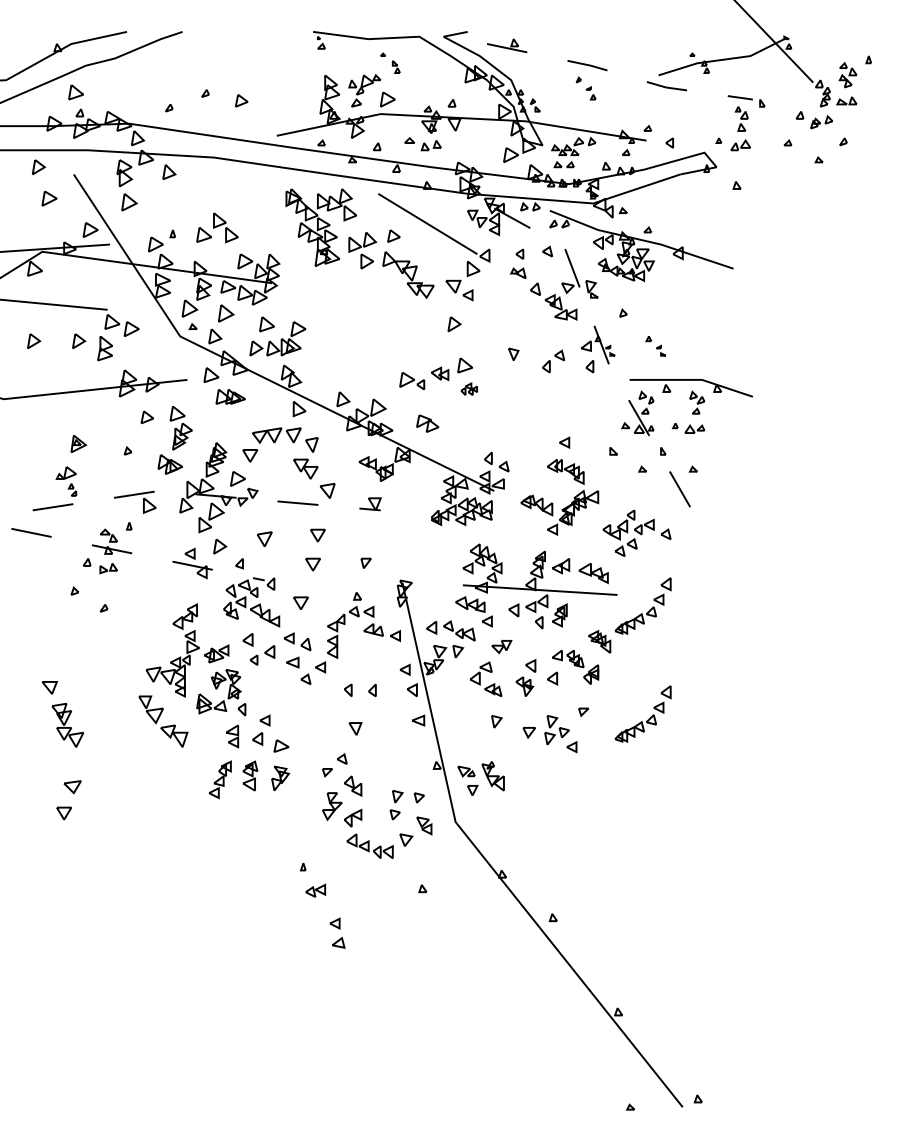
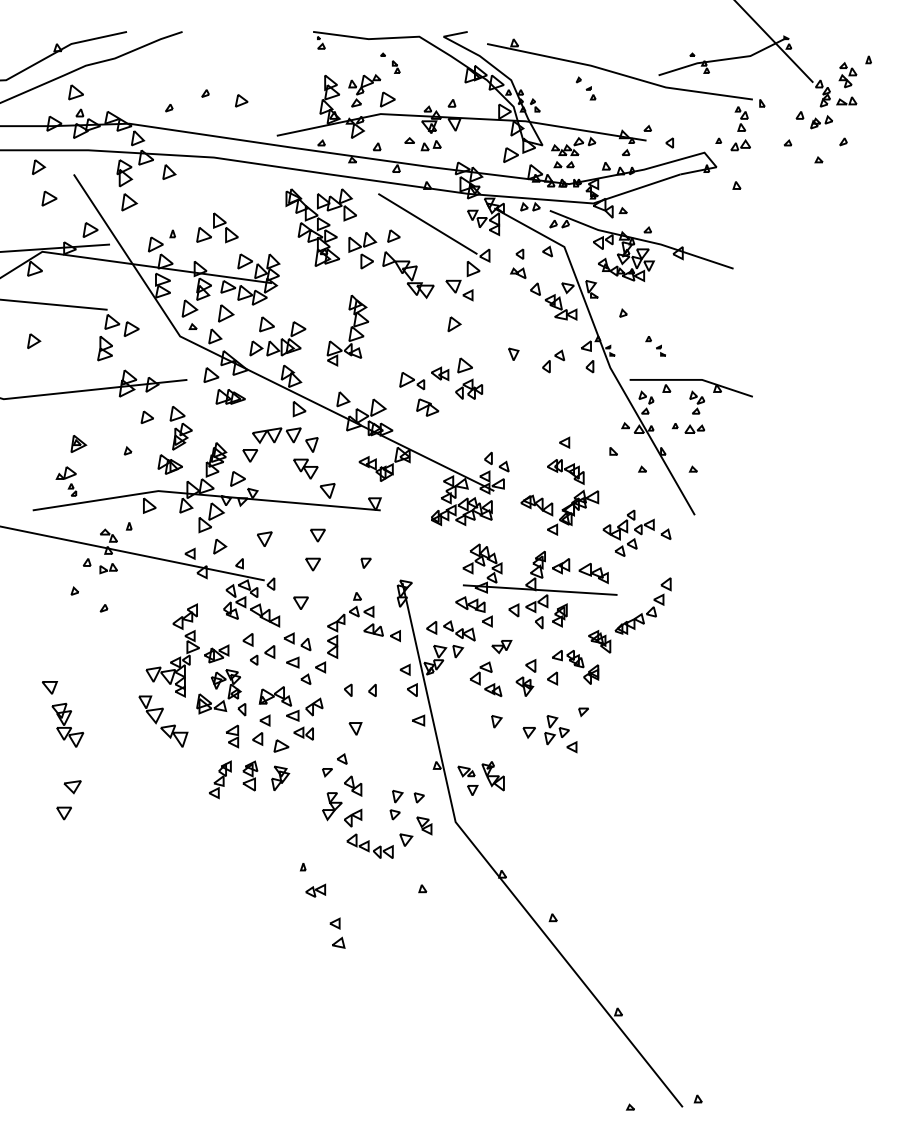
line at (619, 74): dashed -> solid
part at (347, 330): none -> present
part at (79, 340): present -> none
line at (603, 349): dashed -> solid
part at (468, 388) size: 18x14 px -> 29x22 px
part at (427, 423) position: (427, 423) -> (427, 407)
line at (206, 495): dashed -> solid
line at (132, 553): dashed -> solid
part at (290, 713): none -> present
part at (648, 718): present -> none
